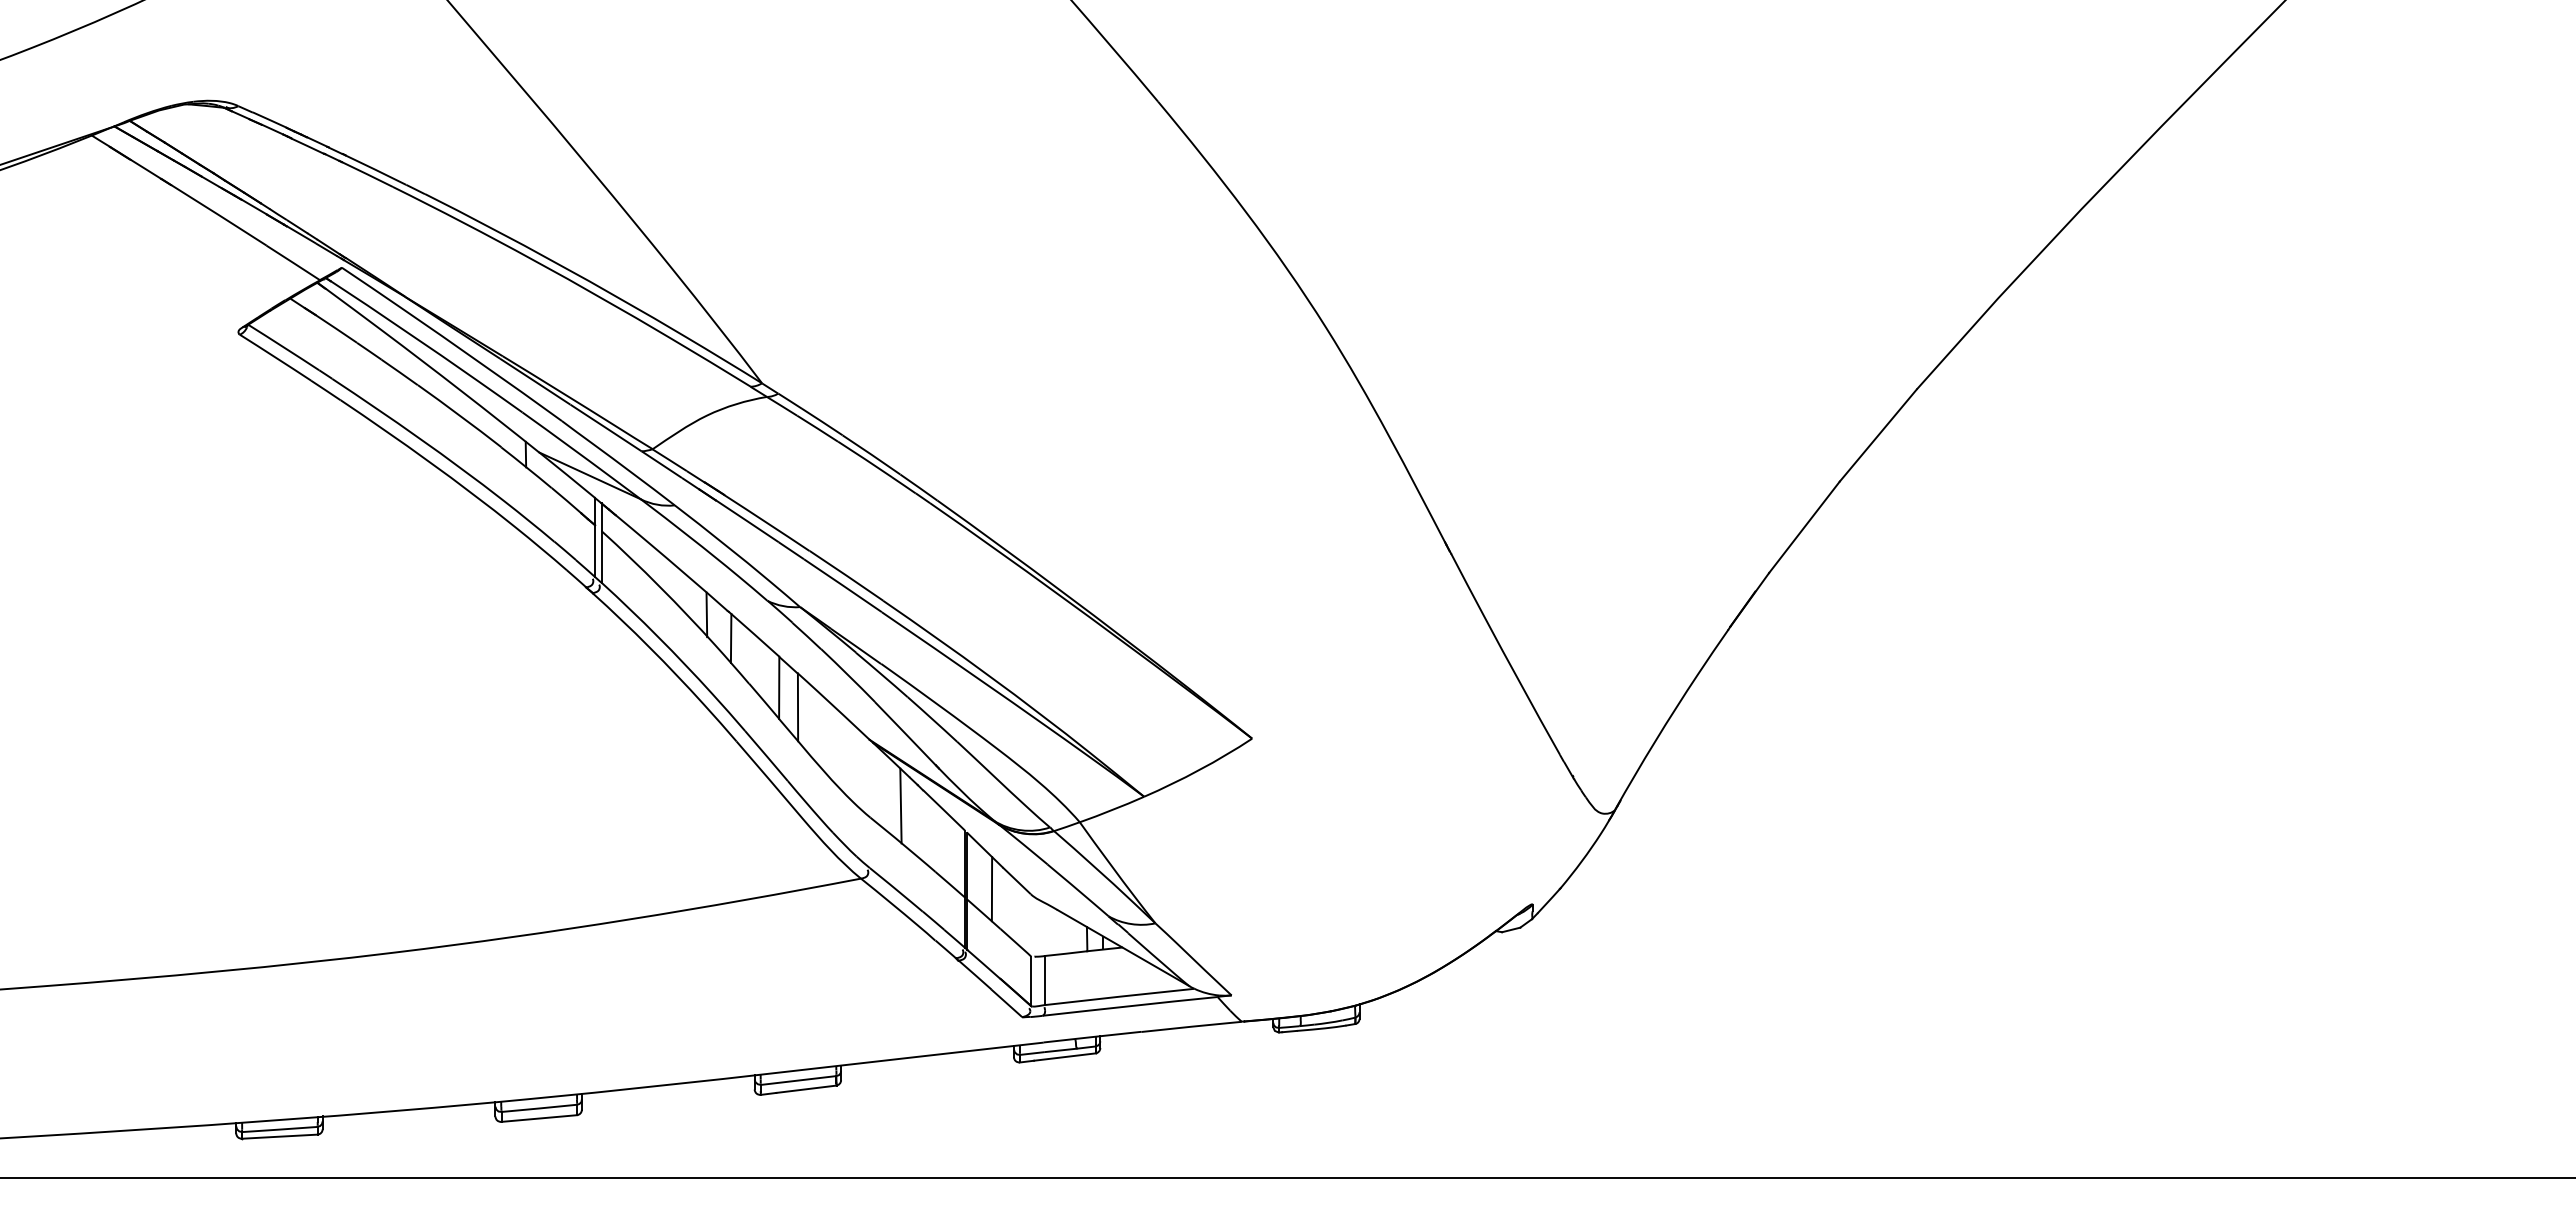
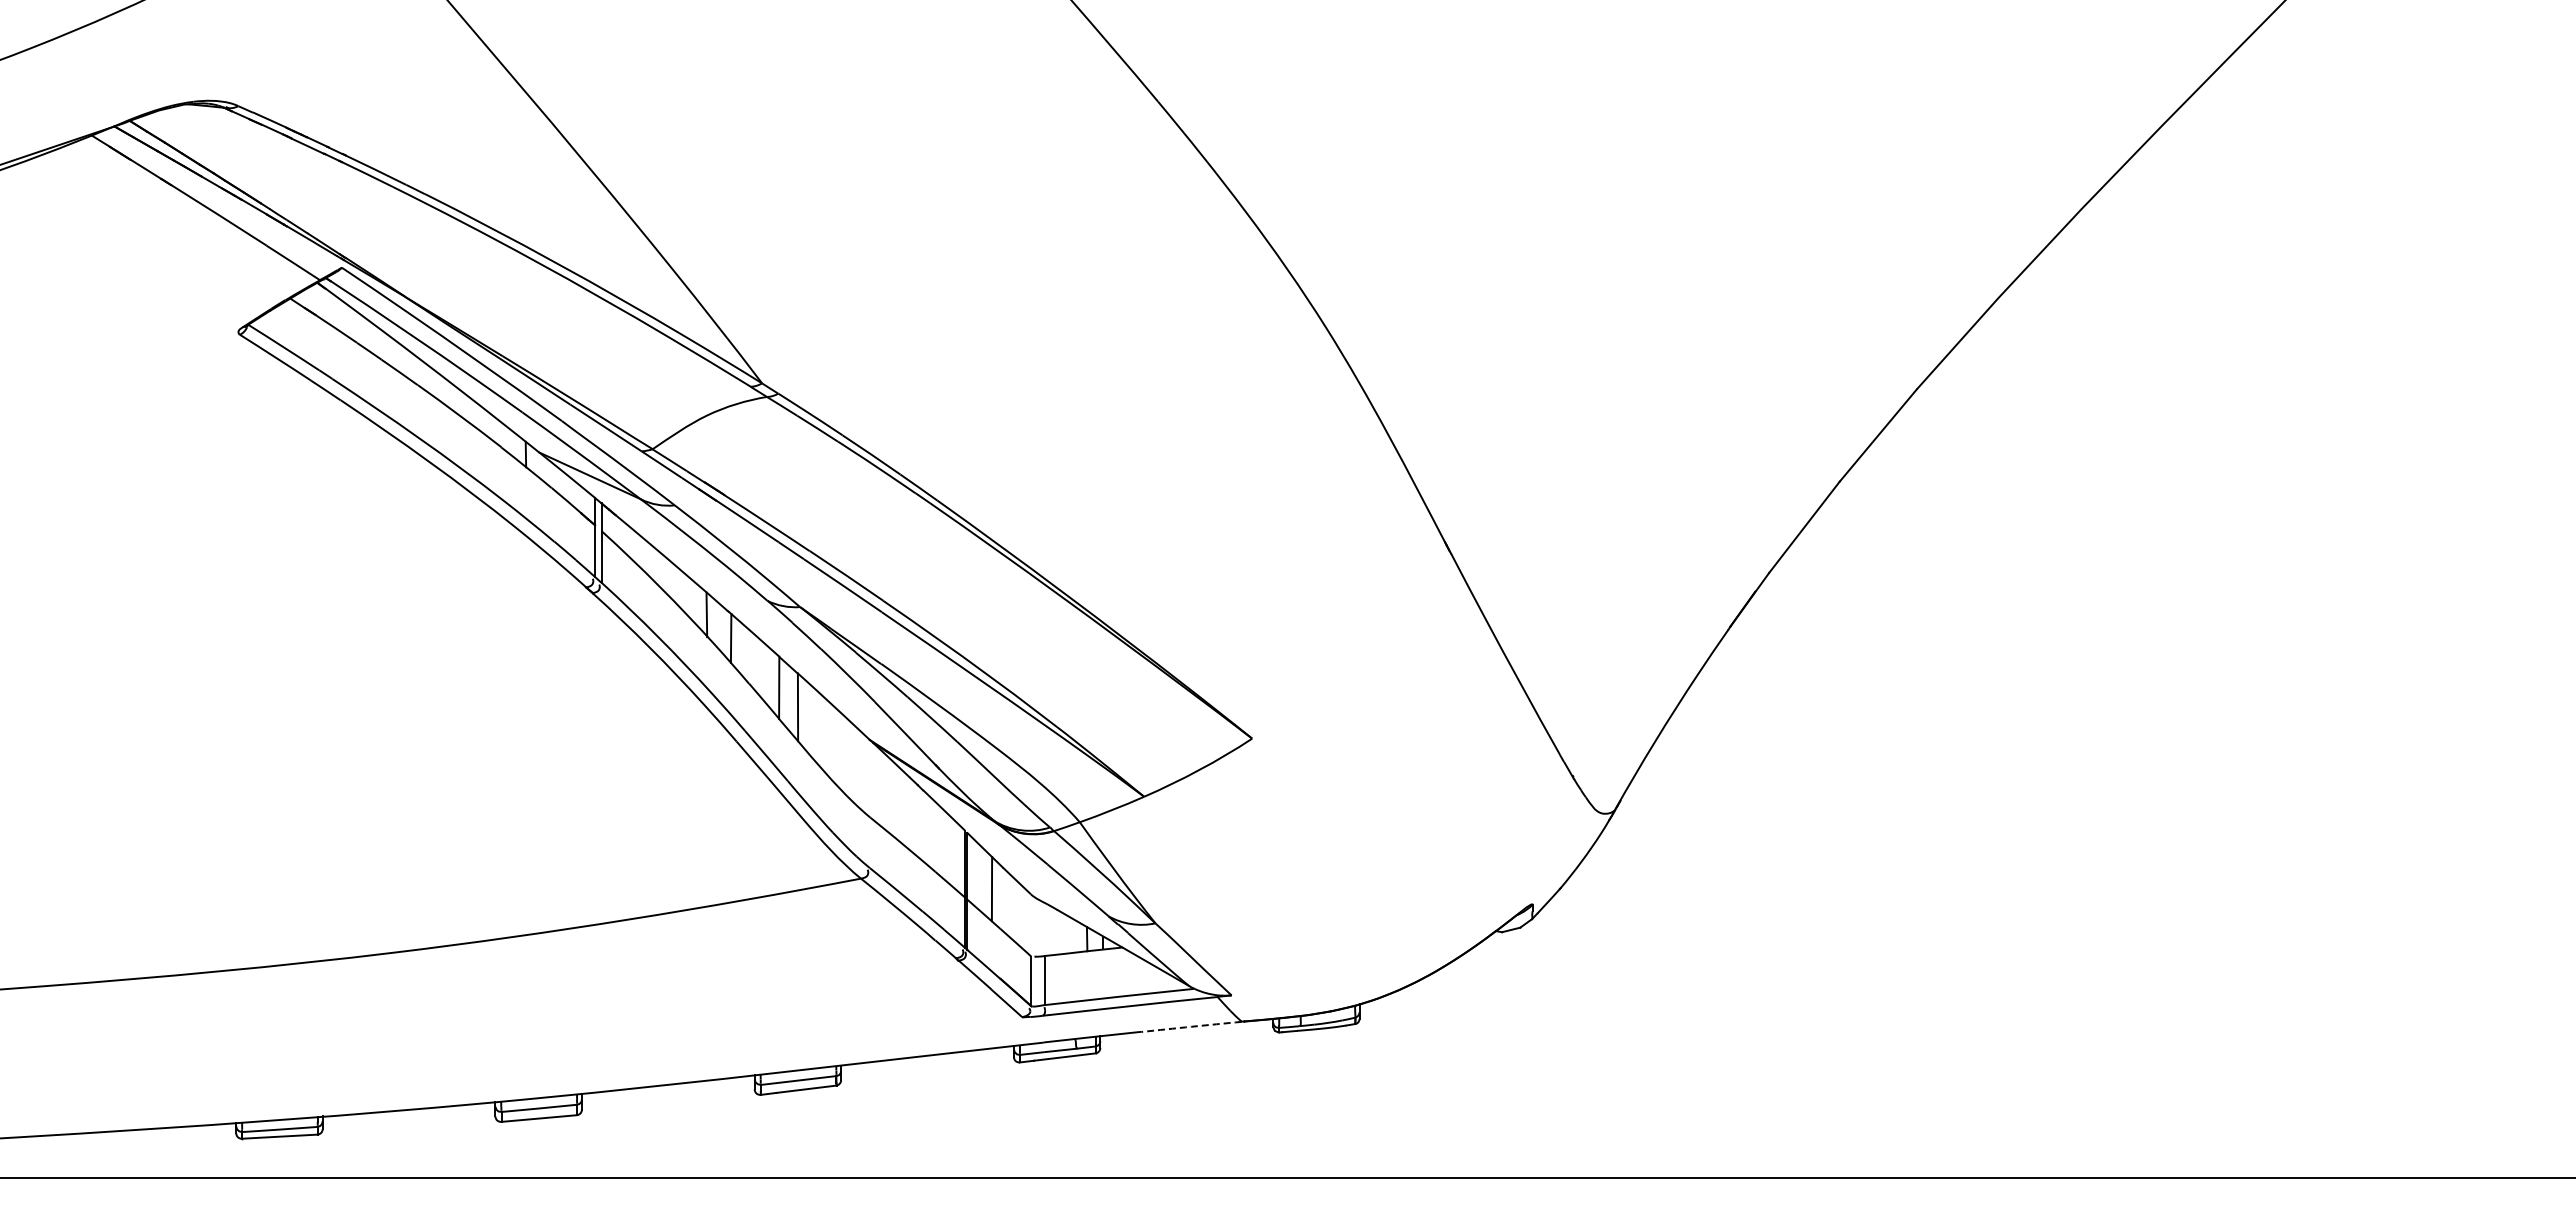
line at (900, 805): present -> none
arc at (1191, 1026): solid -> dashed
